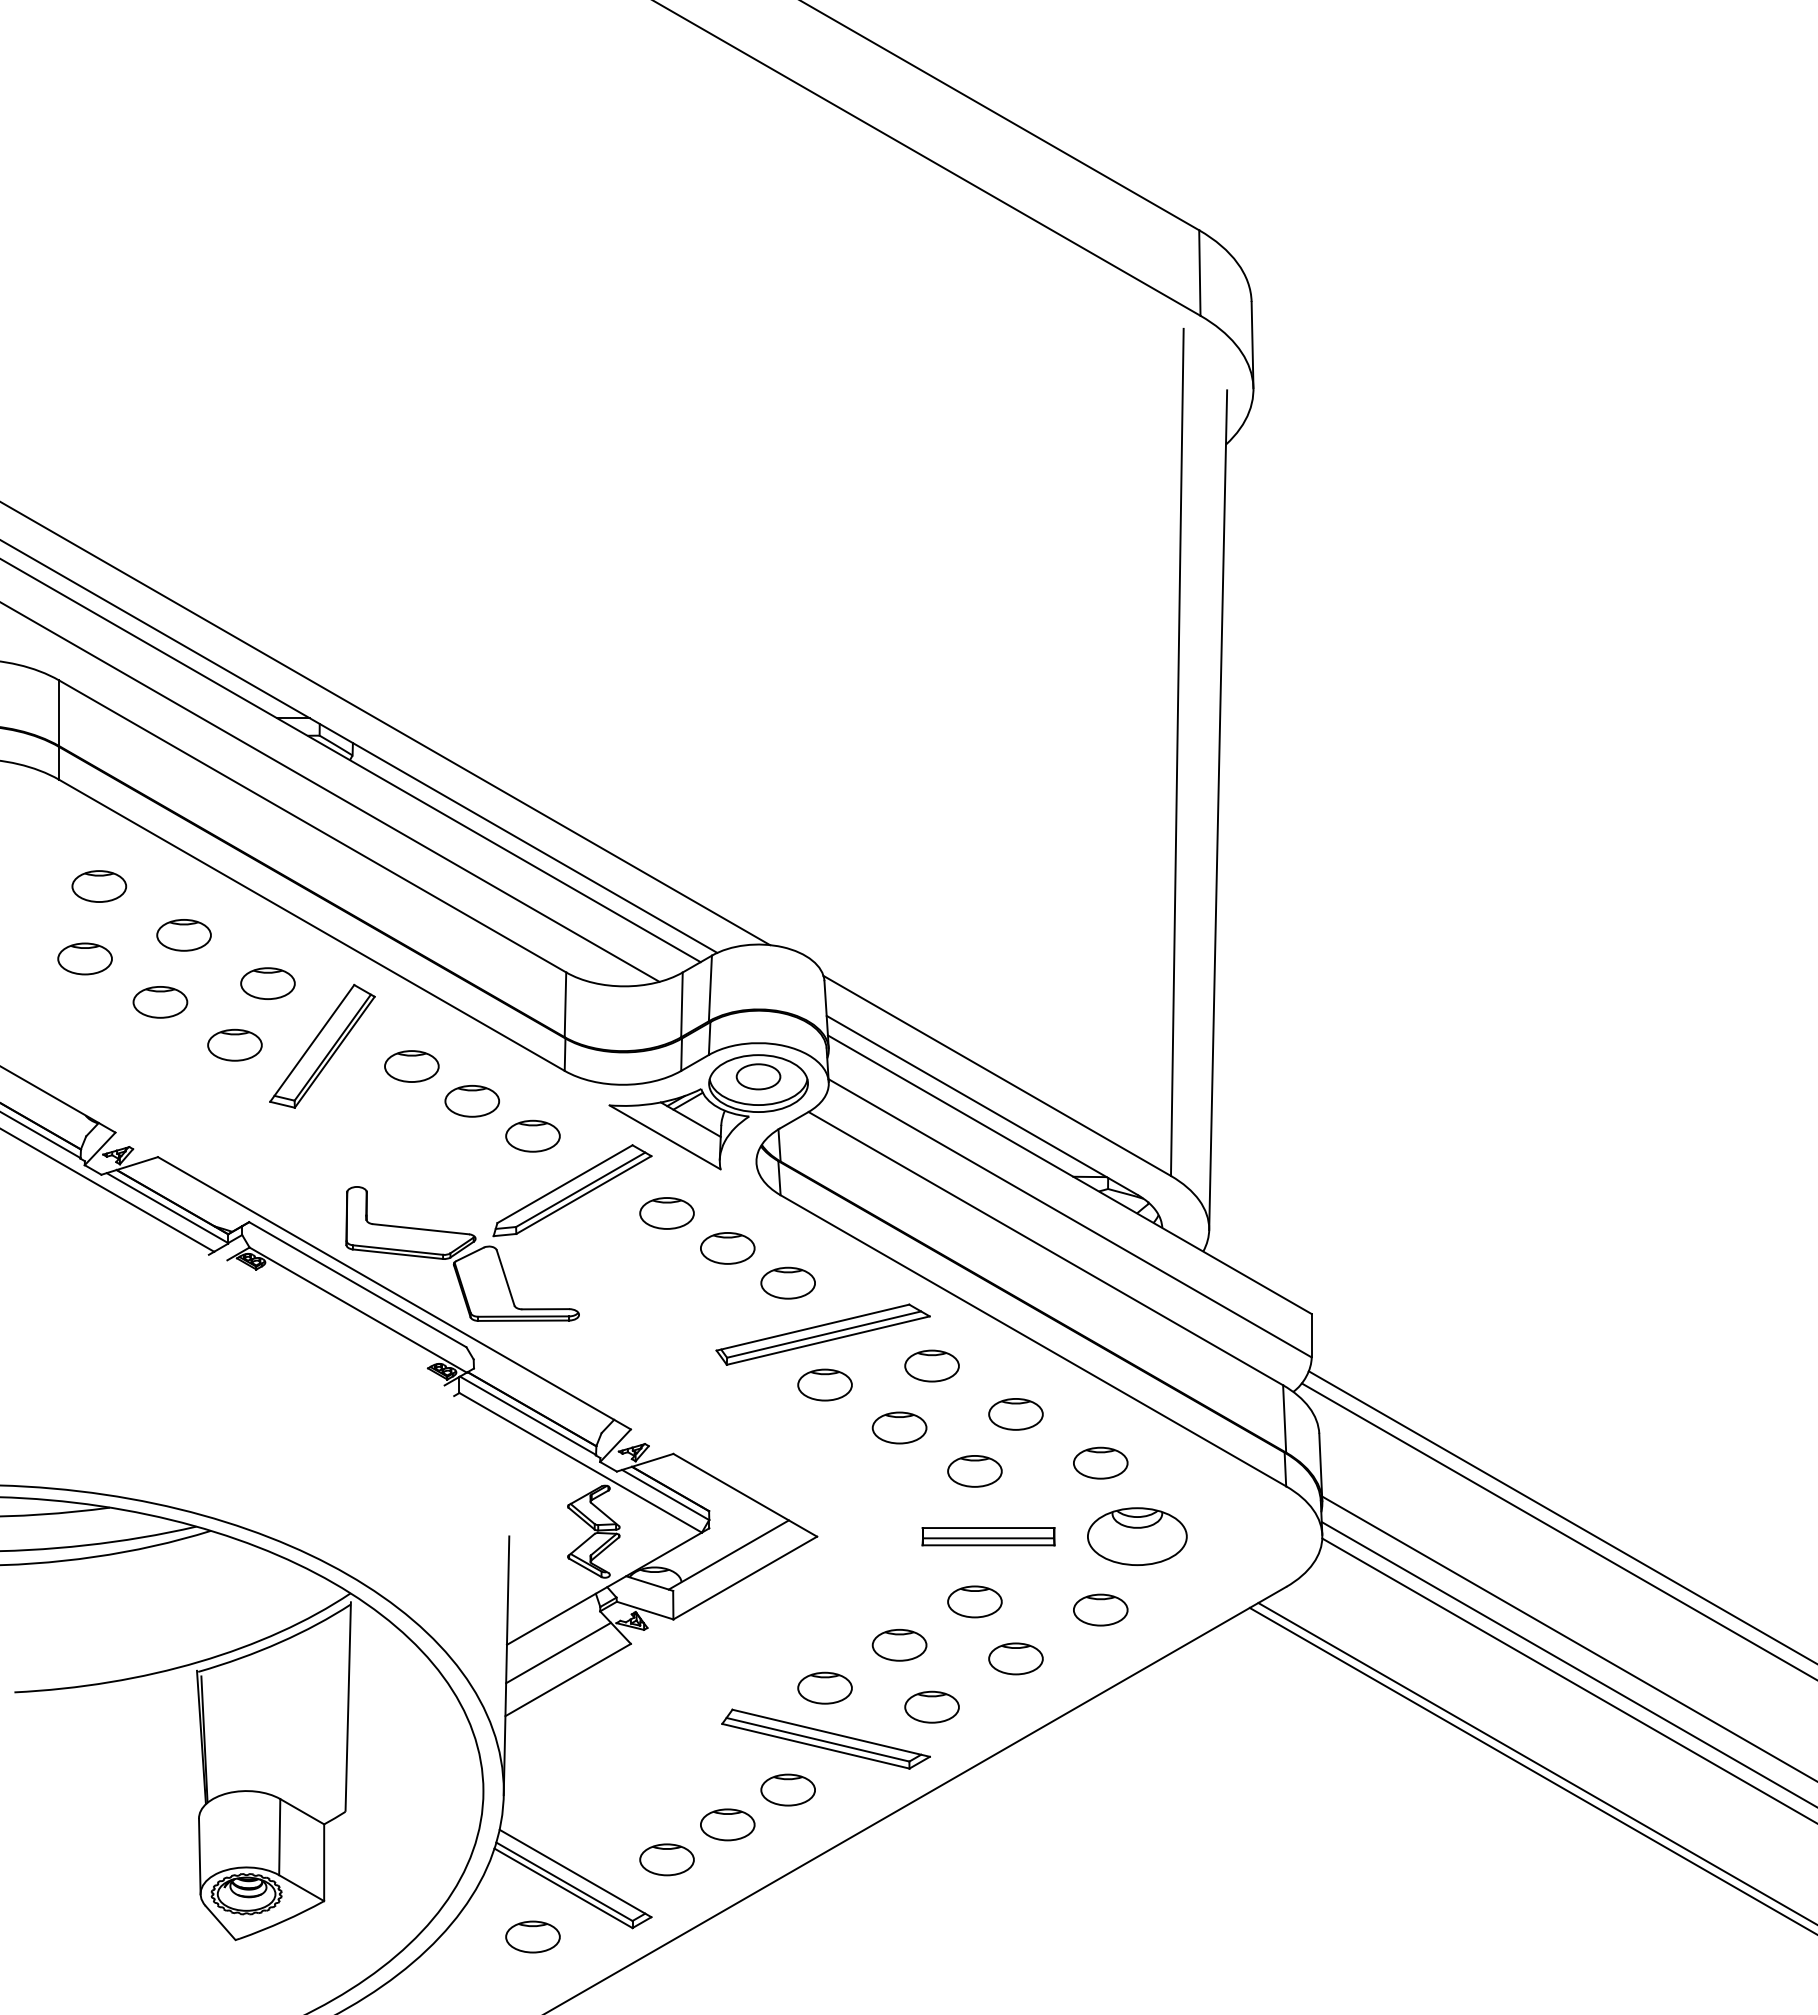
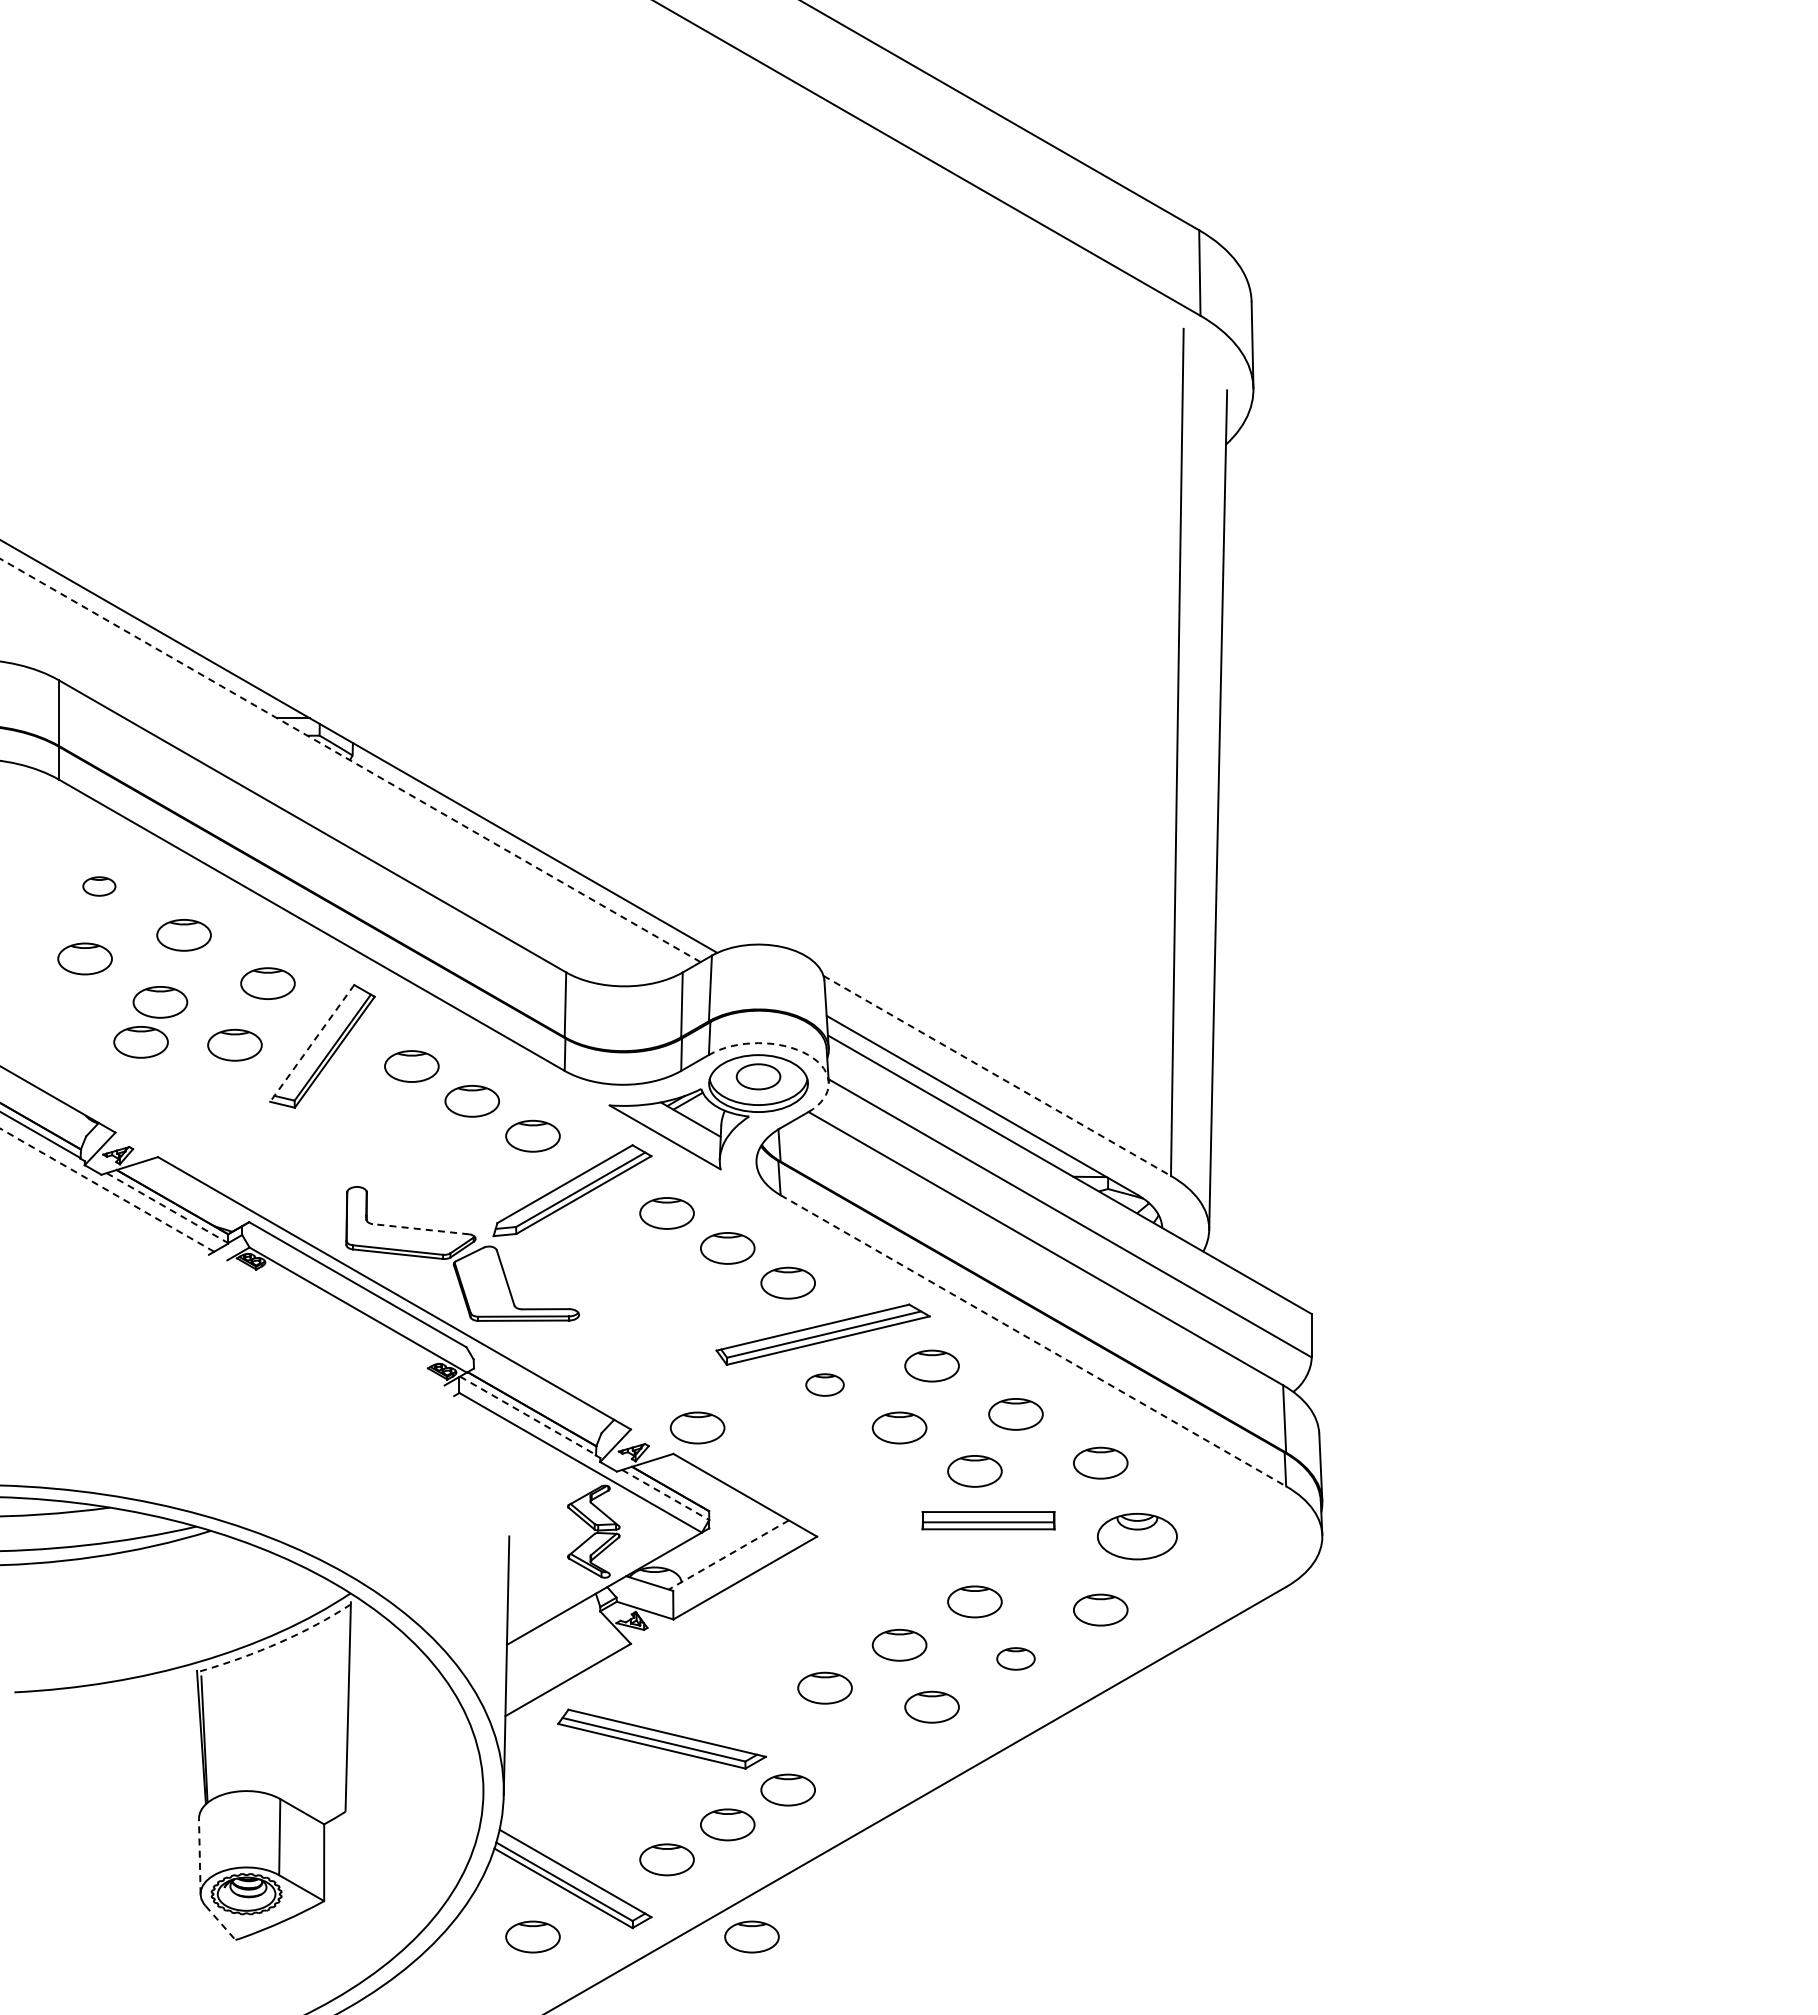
line at (386, 723): present -> none
line at (350, 760): solid -> dashed
line at (330, 792): present -> none
part at (99, 886) size: 57x33 px -> 35x21 px
part at (140, 1042): none -> present
line at (312, 1043): solid -> dashed
arc at (797, 1049): solid -> dashed
line at (997, 1075): solid -> dashed
line at (106, 1189): solid -> dashed
line at (167, 1208): solid -> dashed
line at (420, 1229): solid -> dashed
line at (1033, 1340): solid -> dashed
part at (824, 1384) size: 56x34 px -> 40x24 px
line at (528, 1416): solid -> dashed
part at (697, 1427): none -> present
line at (666, 1495): solid -> dashed
line at (1561, 1516): present -> none
line at (1557, 1530): present -> none
part at (988, 1536) position: (988, 1536) -> (988, 1520)
part at (1137, 1536) size: 101x59 px -> 81x48 px
line at (728, 1555): solid -> dashed
line at (1568, 1638): present -> none
arc at (277, 1643): solid -> dashed
line at (558, 1652): present -> none
part at (1015, 1658) size: 56x34 px -> 40x24 px
line at (1567, 1663): present -> none
line at (1568, 1679): present -> none
part at (825, 1738) position: (825, 1738) -> (661, 1738)
line at (1536, 1763): present -> none
line at (1531, 1770): present -> none
line at (199, 1856): solid -> dashed
line at (220, 1922): solid -> dashed
part at (751, 1936): none -> present
